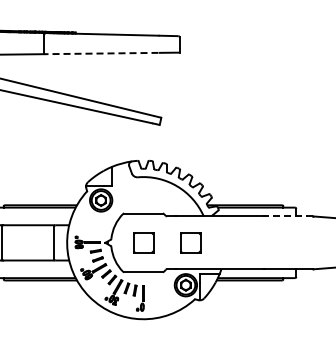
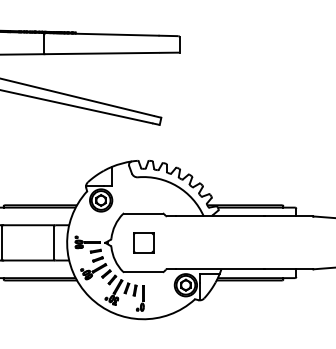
line at (100, 53): dashed -> solid
line at (288, 216): dashed -> solid
part at (190, 242): present -> none
